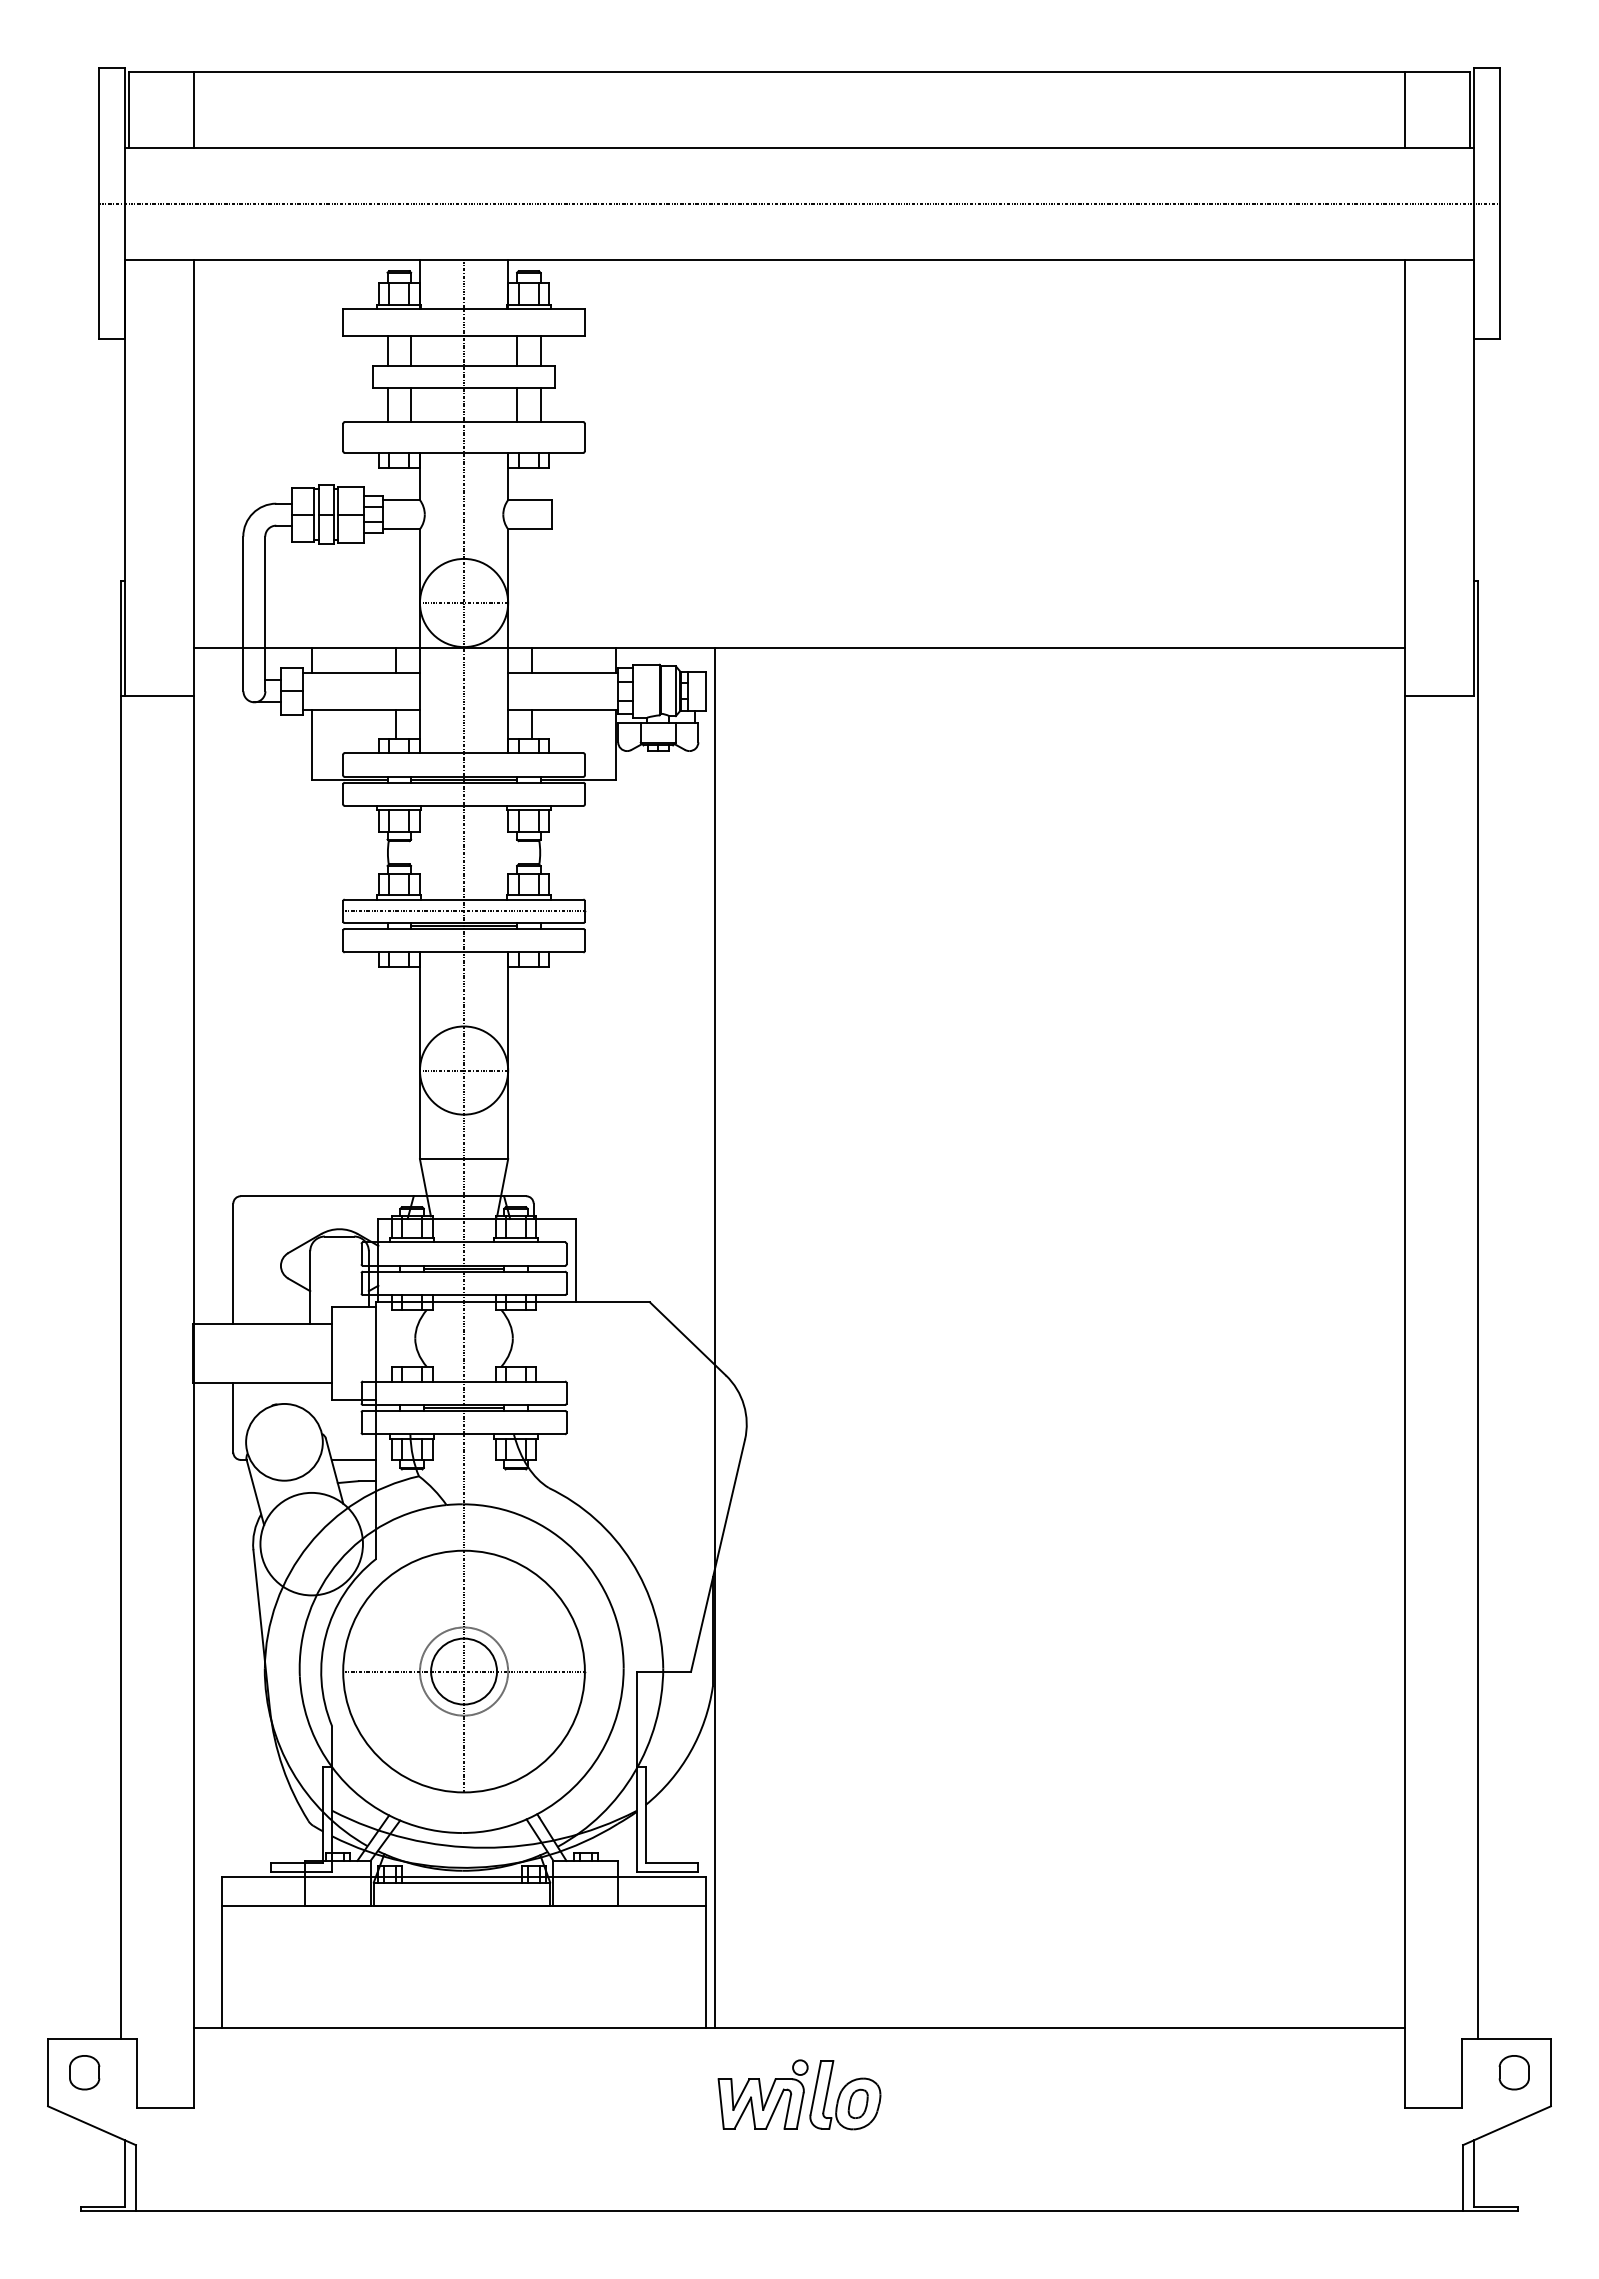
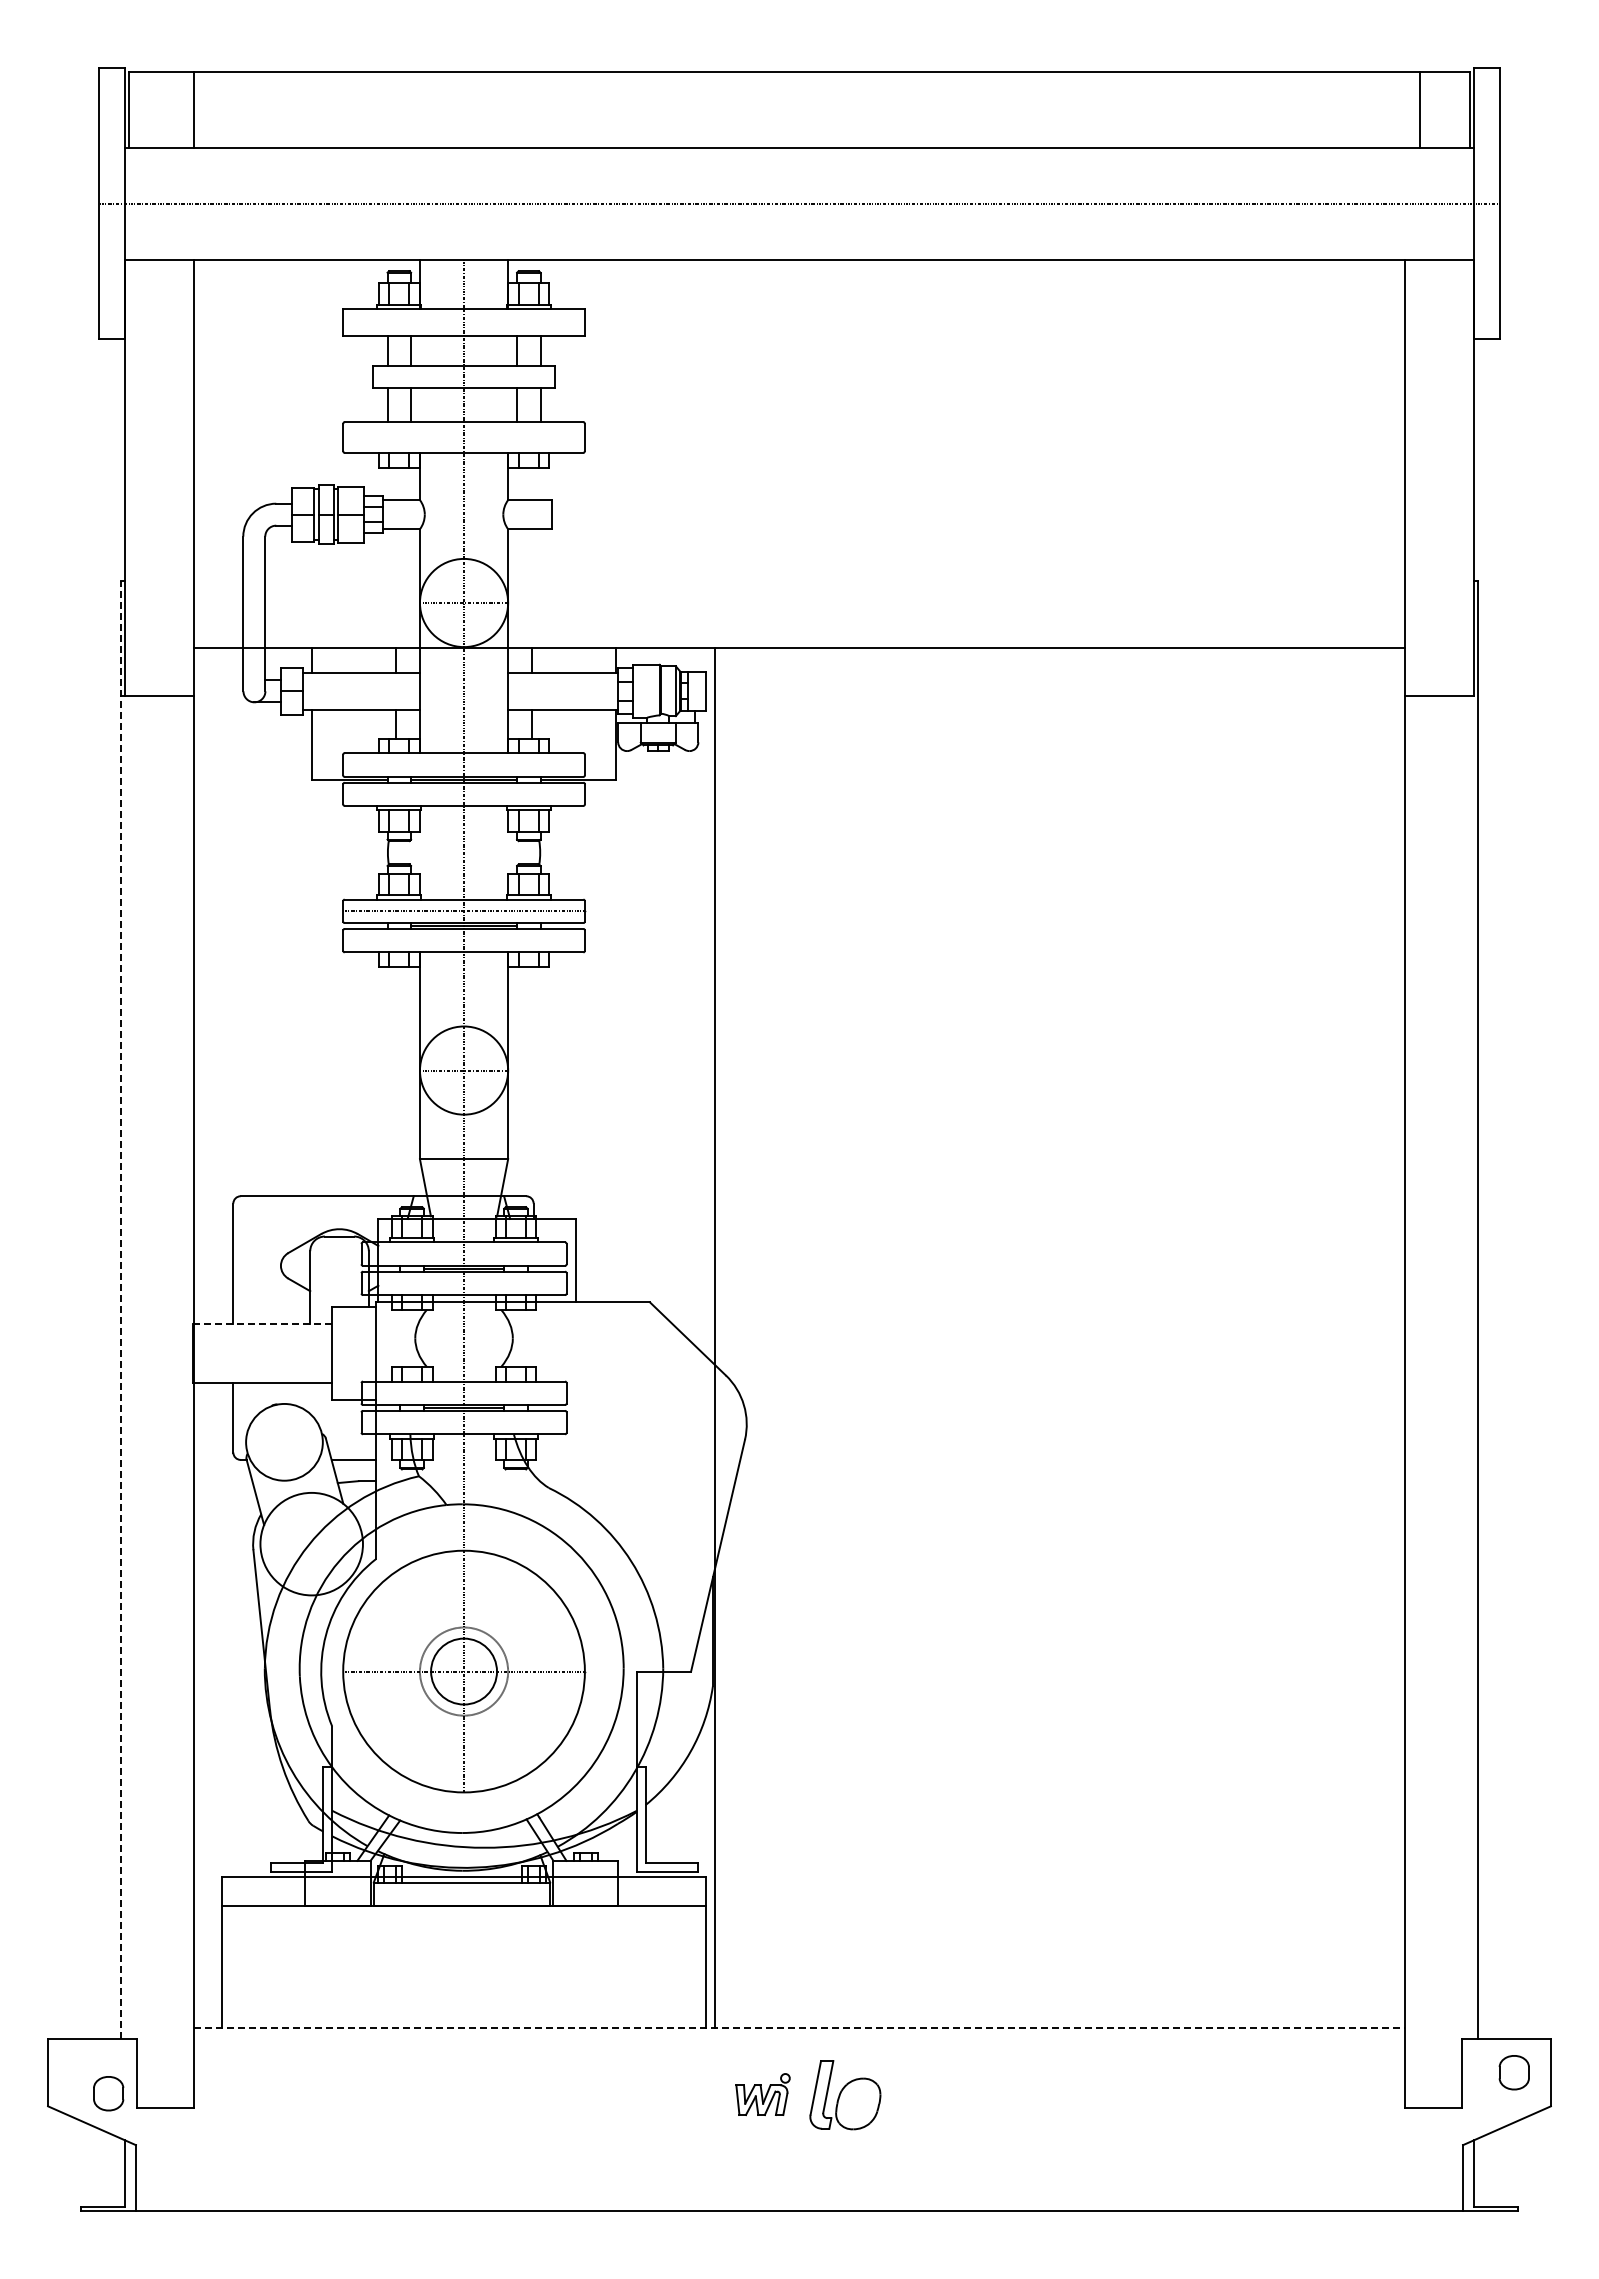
line at (1405, 110) position: (1405, 110) -> (1420, 110)
line at (120, 1309): solid -> dashed
line at (262, 1324): solid -> dashed
line at (799, 2027): solid -> dashed
part at (84, 2072) position: (84, 2072) -> (108, 2093)
part at (762, 2094) size: 92x71 px -> 56x44 px
part at (857, 2103): present -> none
